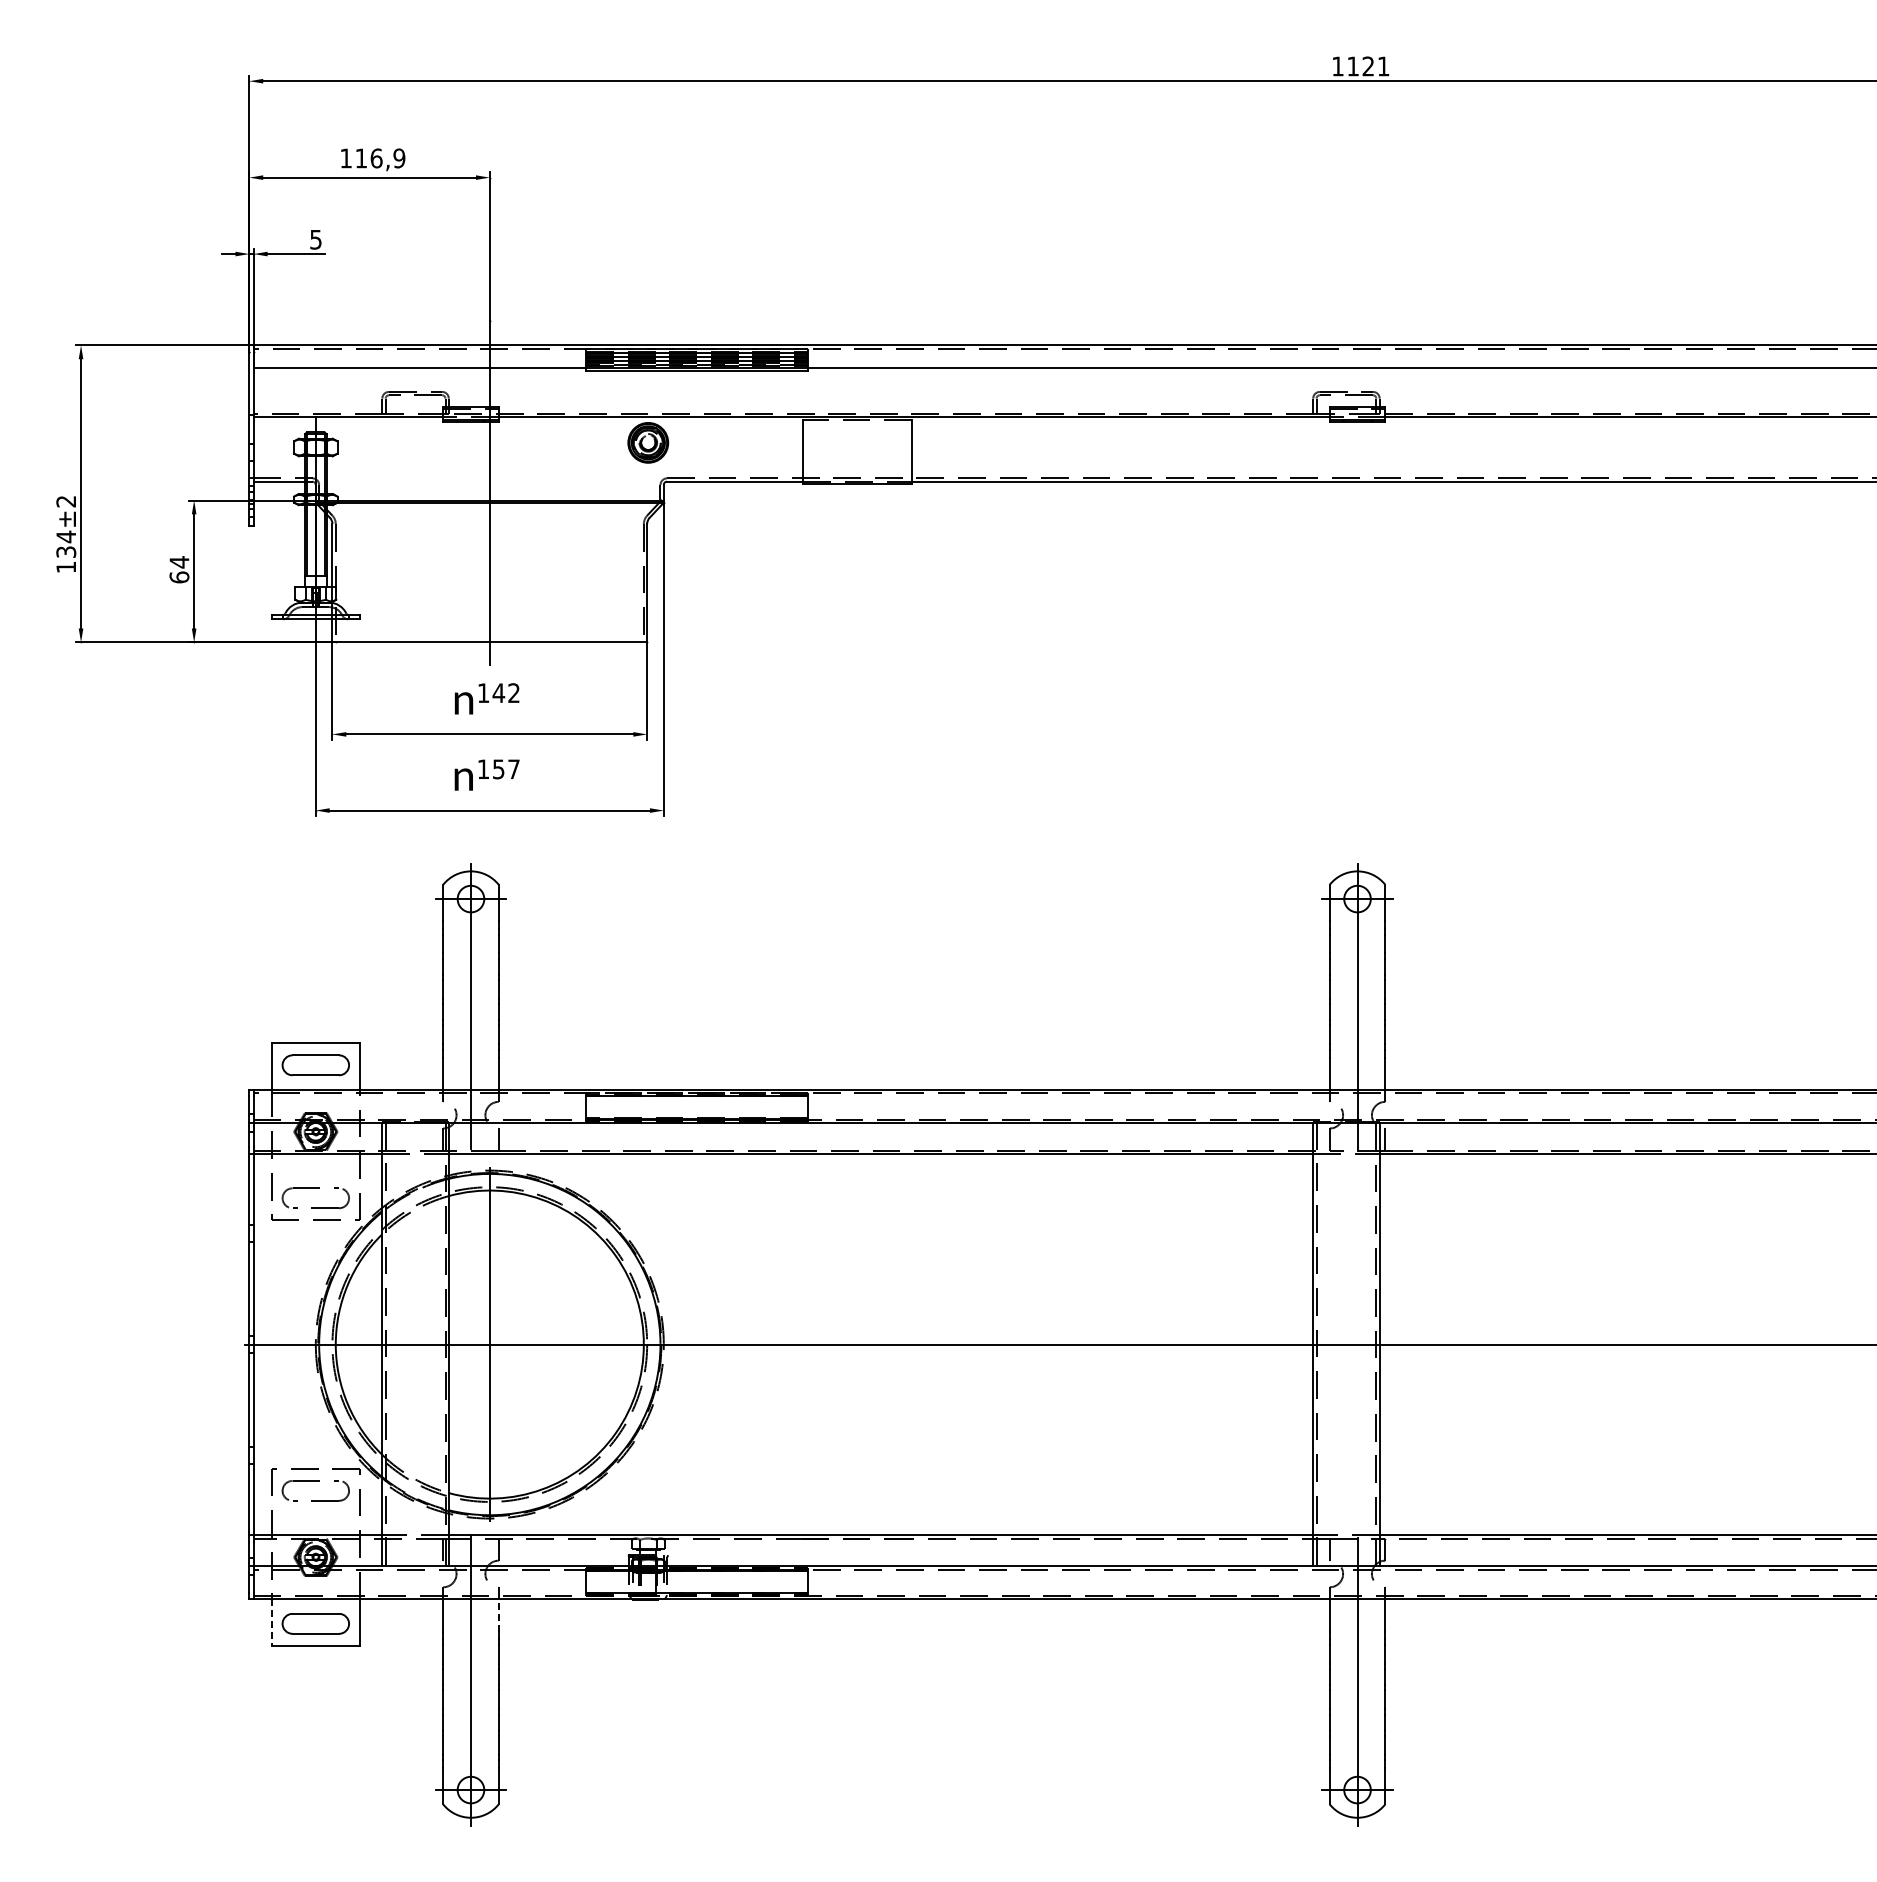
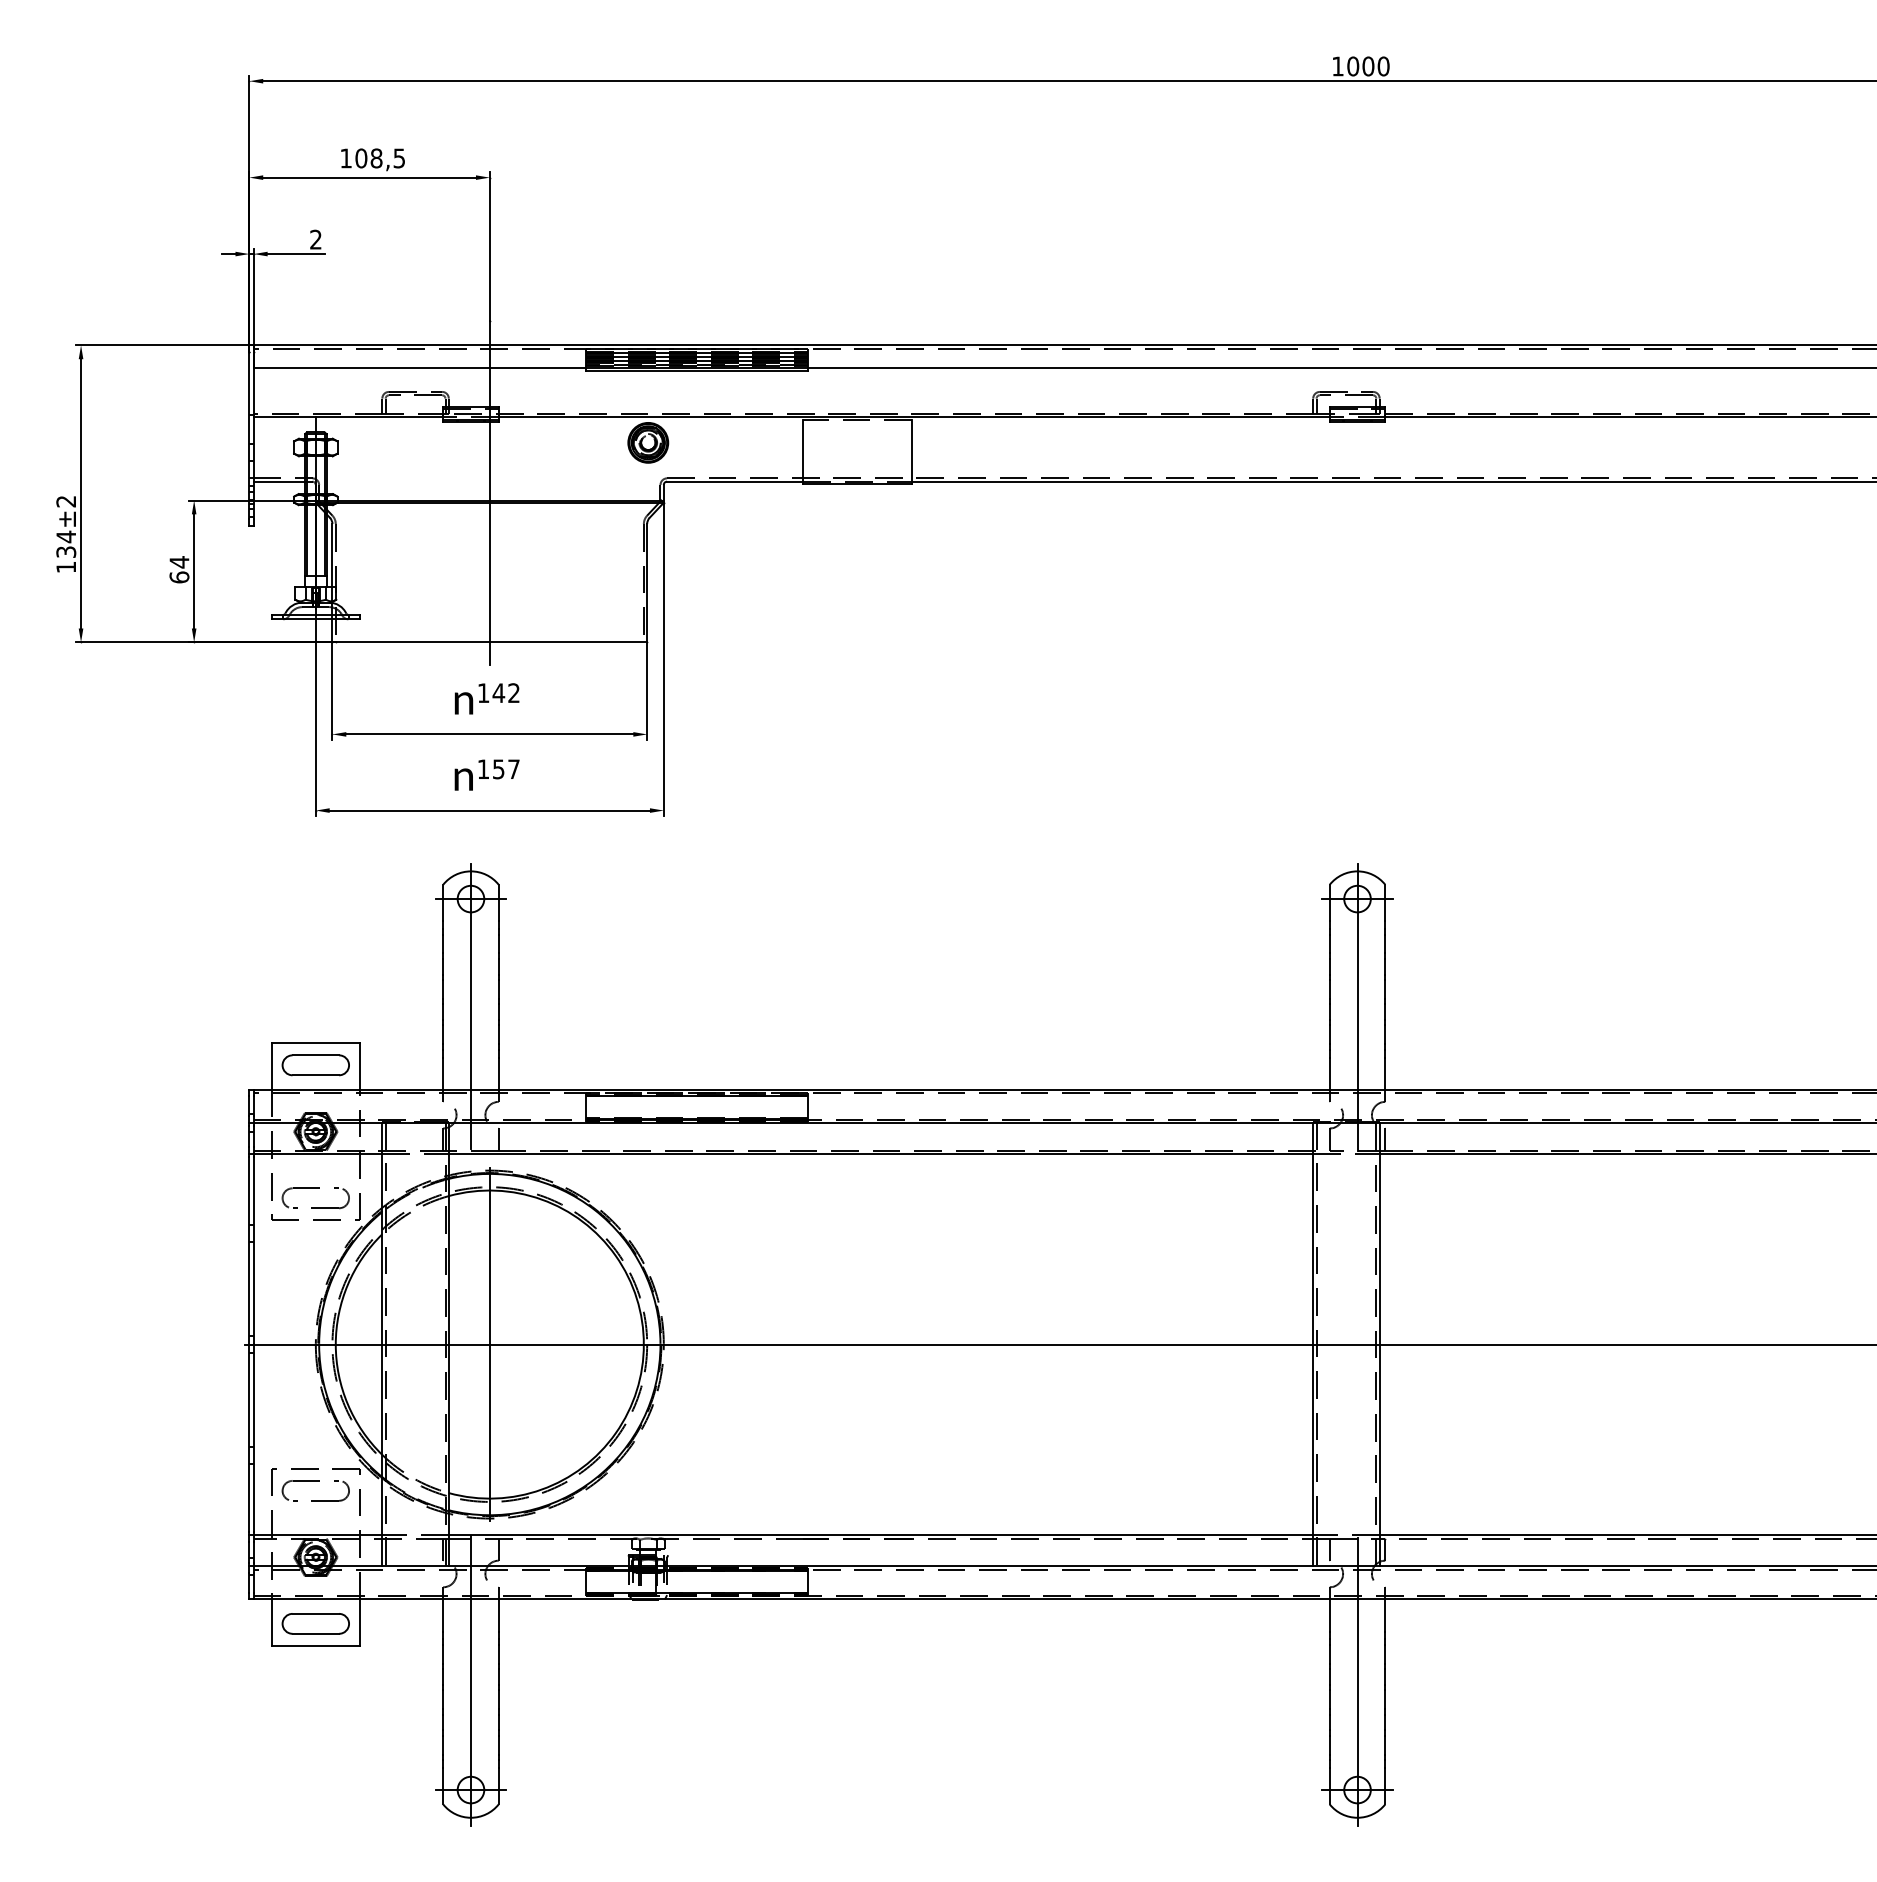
text at (1368, 66): 1121 -> 1000
text at (380, 158): 116,9 -> 108,5
text at (315, 239): 5 -> 2
line at (498, 1615): dashed -> solid
line at (271, 1623): dashed -> solid
